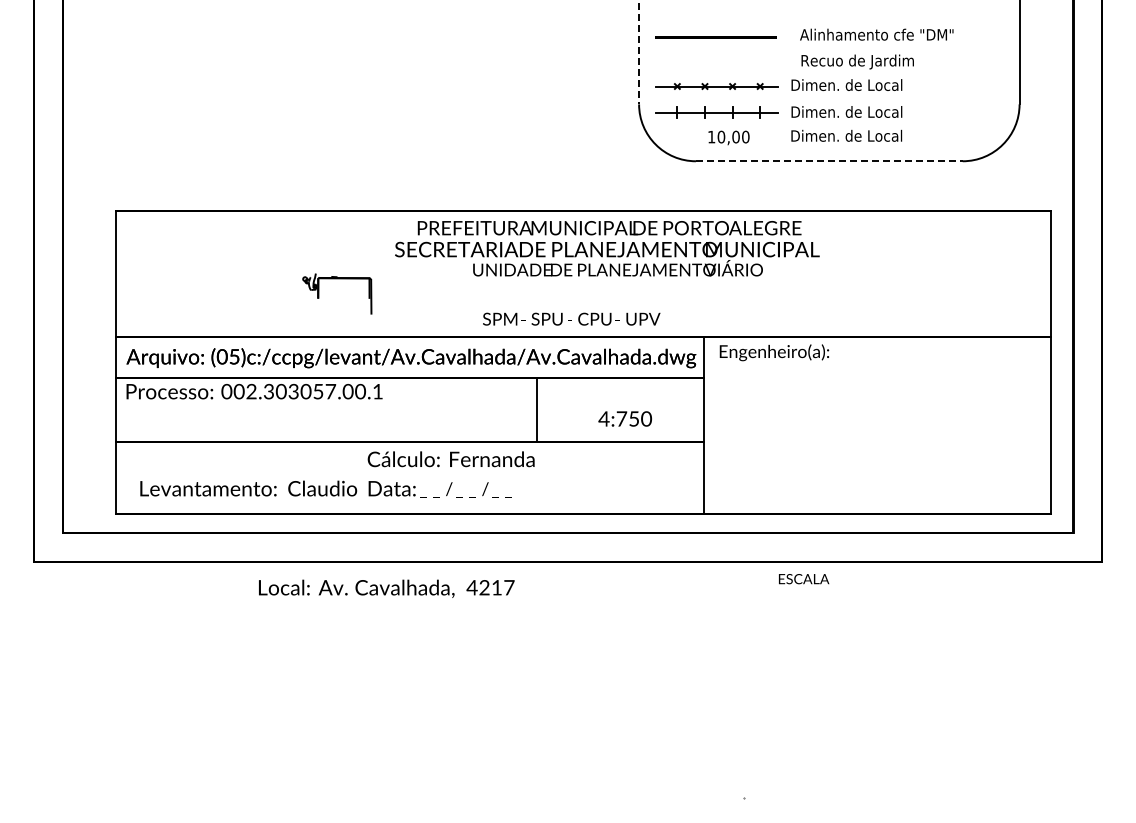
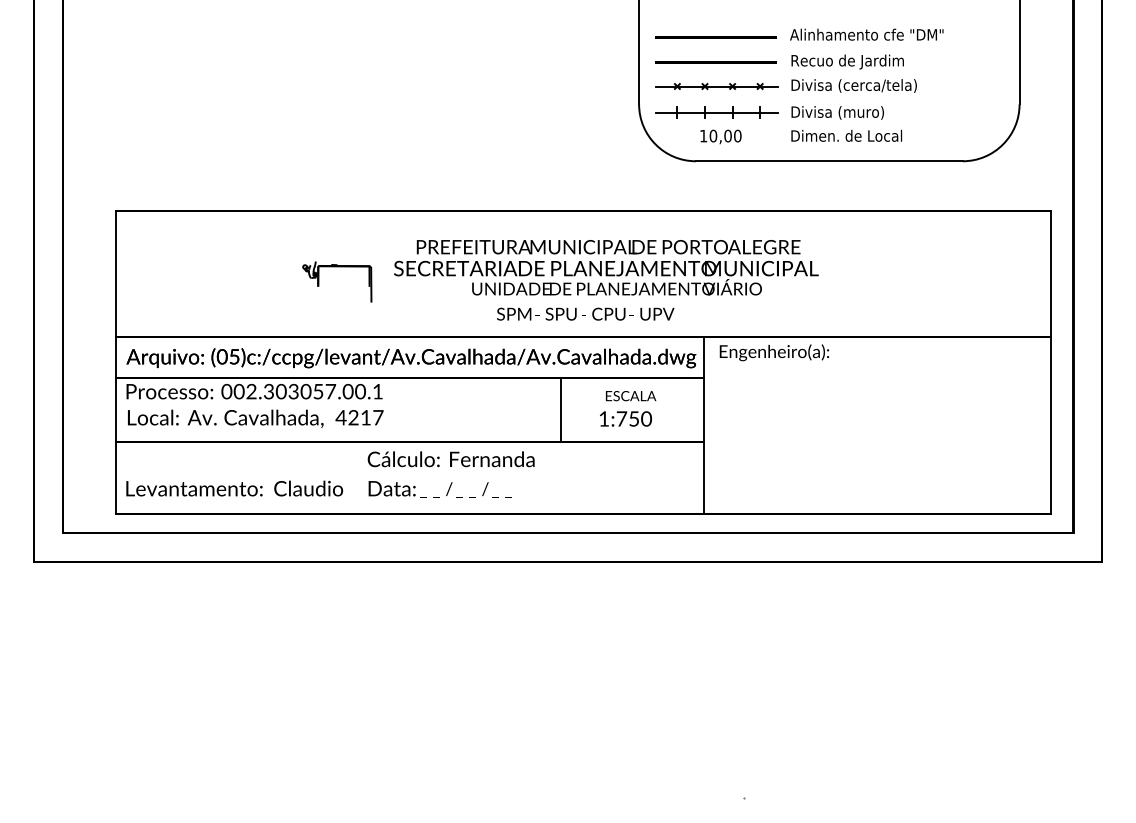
text at (876, 34) position: (876, 34) -> (866, 34)
line at (639, 52): dashed -> solid
text at (857, 61) position: (857, 61) -> (847, 61)
line at (715, 62): none -> present
text at (860, 85): Dimen. de Local -> Divisa (cerca/tela)
text at (853, 112): Dimen. de Local -> Divisa (muro)
text at (728, 137) position: (728, 137) -> (720, 136)
line at (829, 161): dashed -> solid
text at (607, 248) position: (607, 248) -> (606, 267)
part at (337, 279) position: (337, 279) -> (337, 267)
text at (571, 318) position: (571, 318) -> (585, 313)
line at (537, 409) position: (537, 409) -> (561, 409)
text at (603, 418): 4:750 -> 1:750
text at (248, 488) position: (248, 488) -> (234, 488)
text at (804, 579) position: (804, 579) -> (631, 396)
text at (386, 588) position: (386, 588) -> (255, 418)
